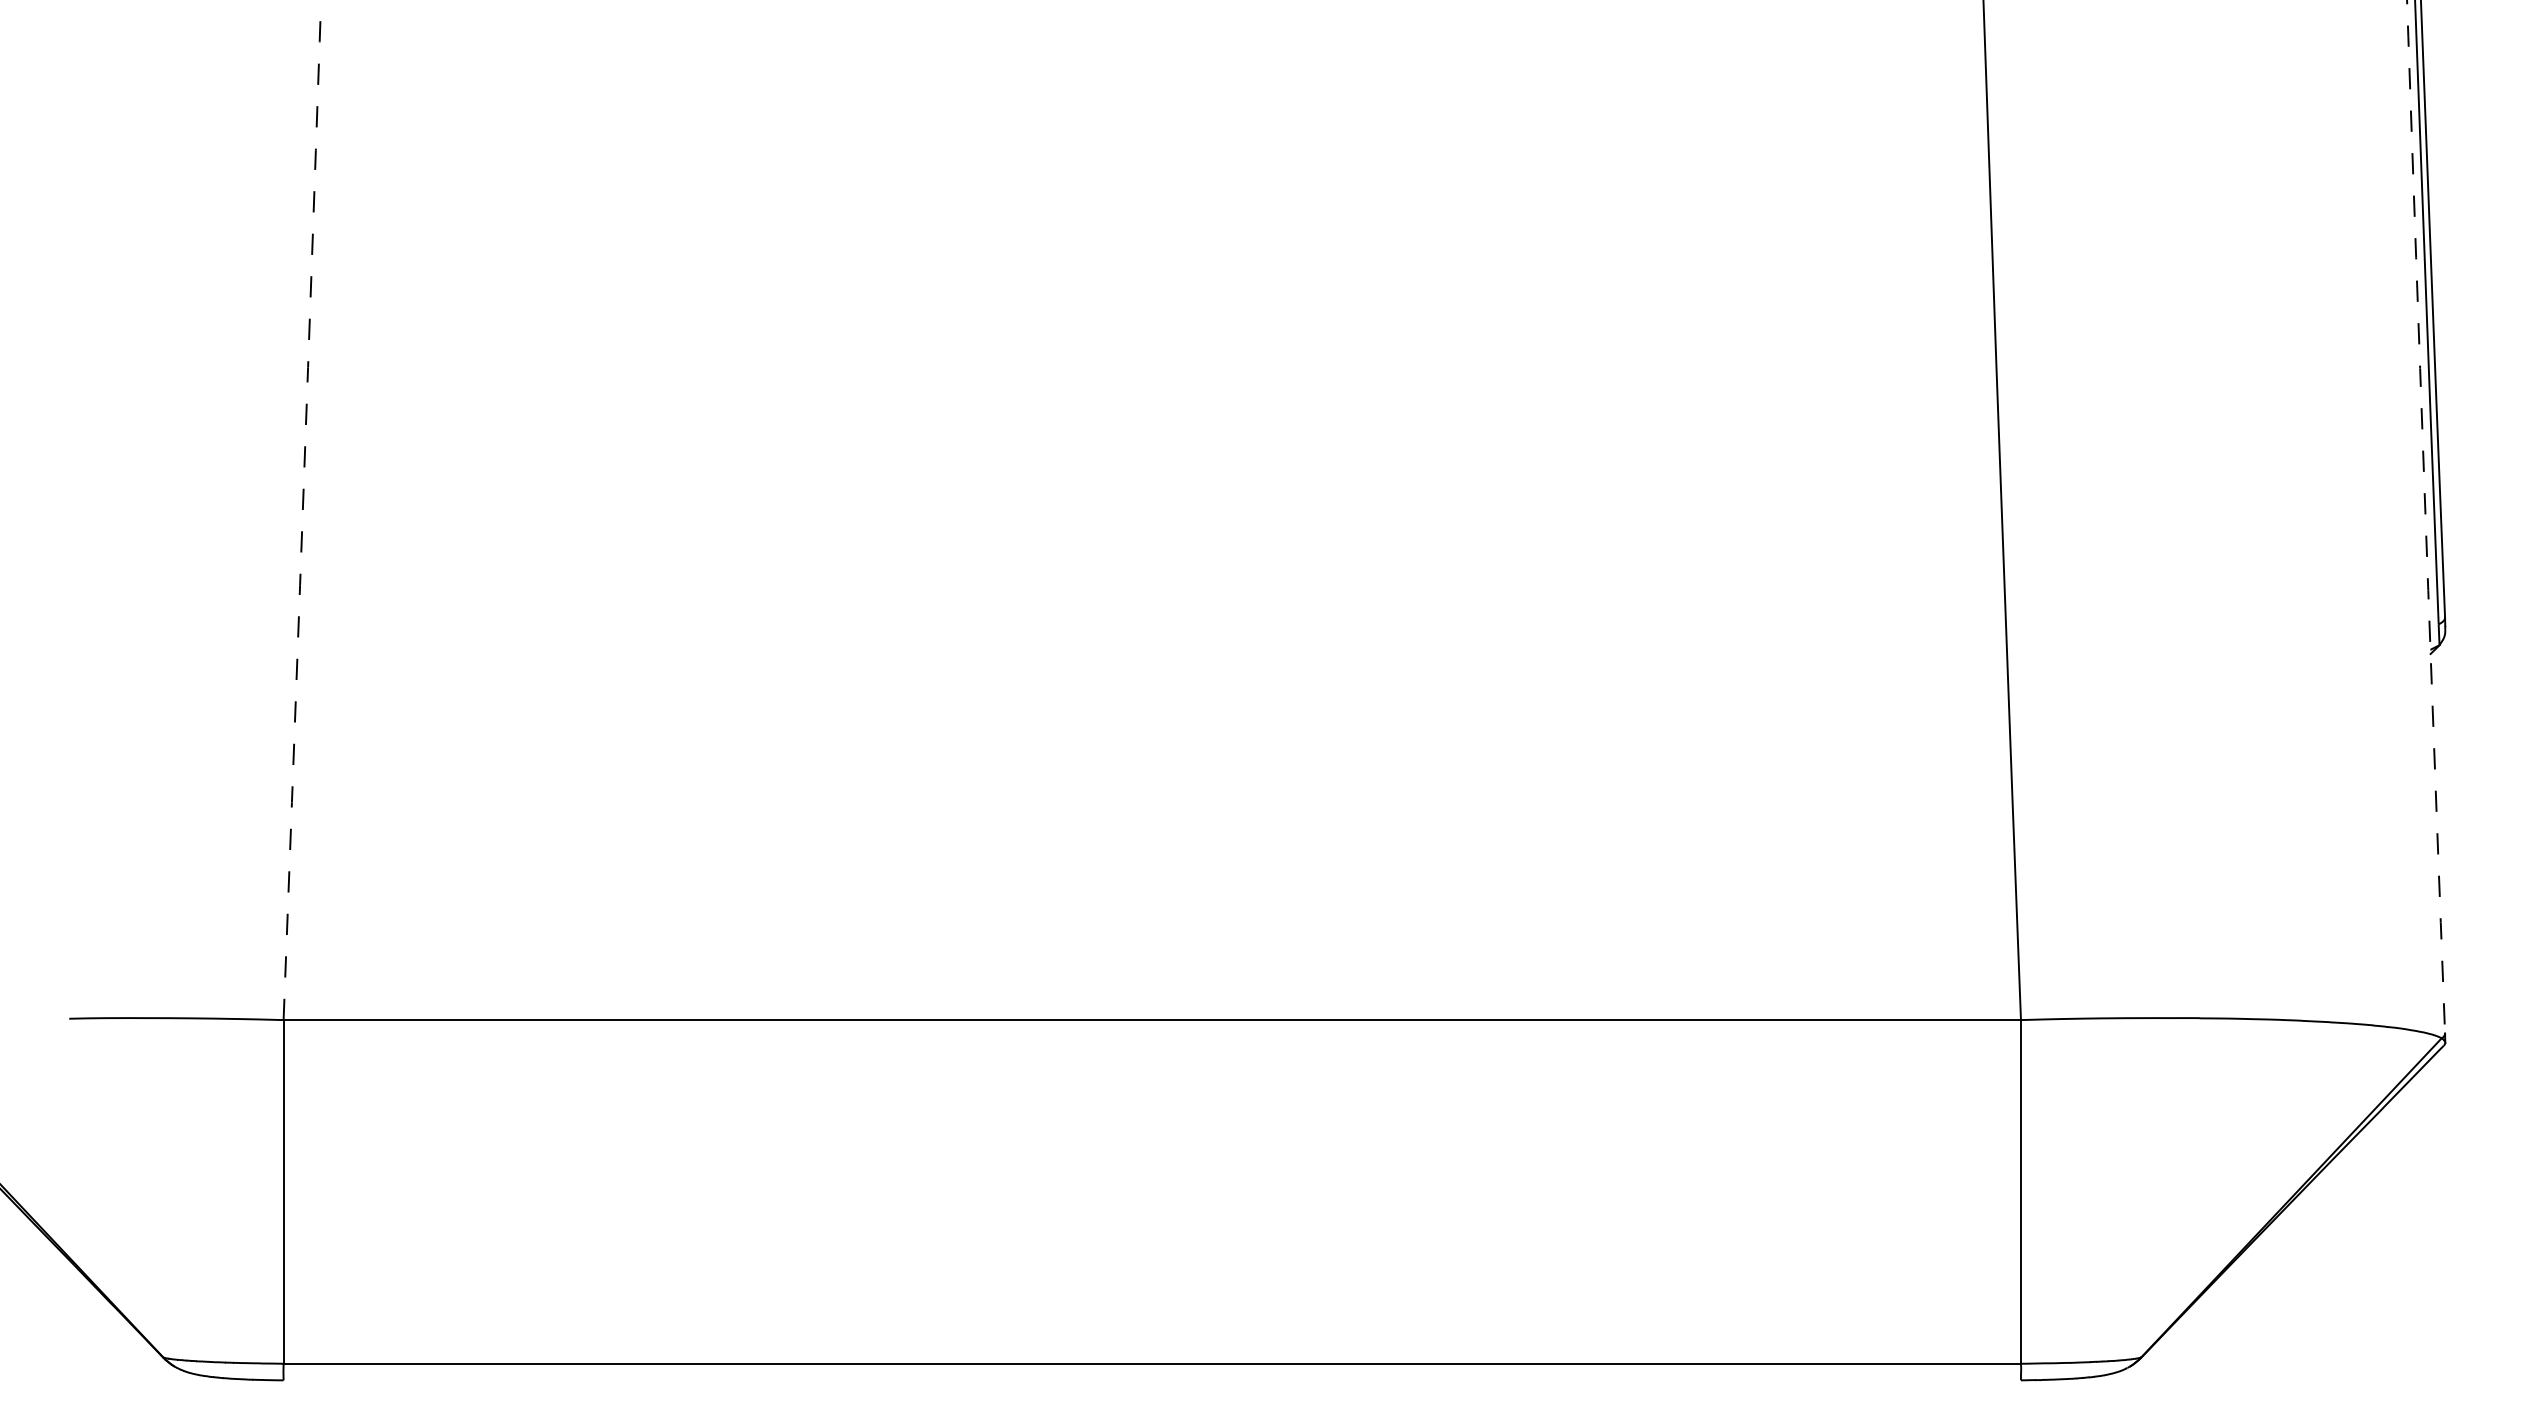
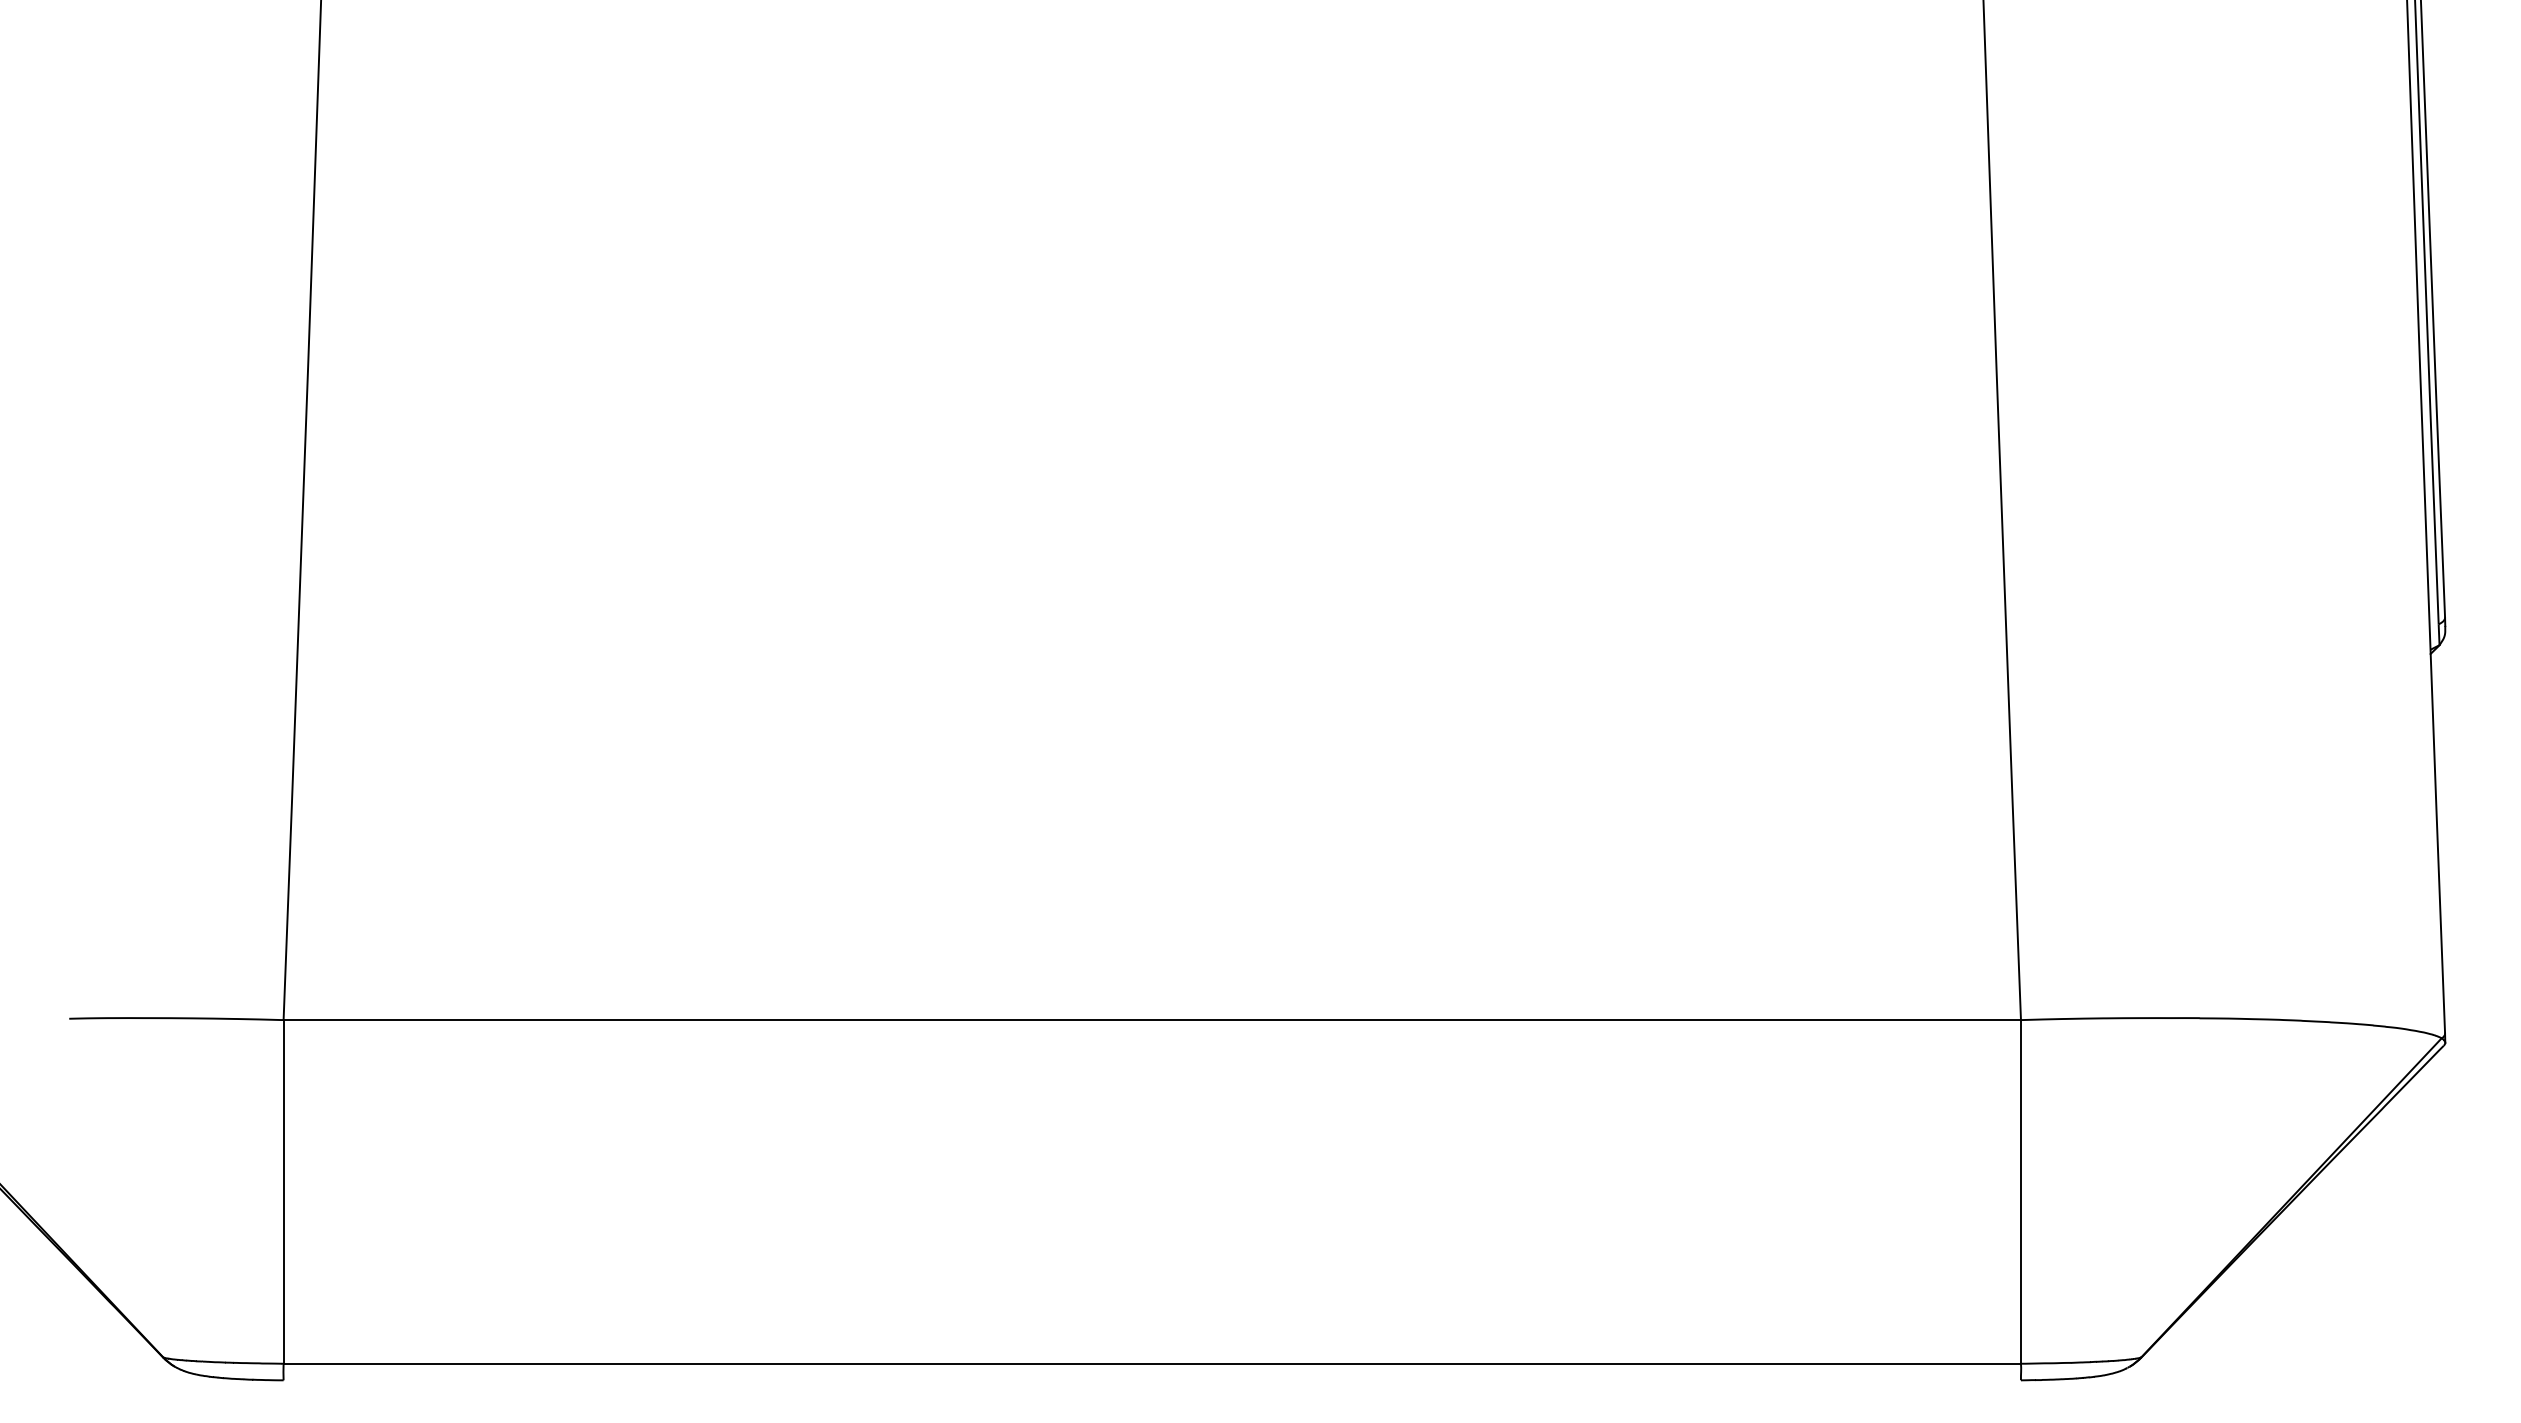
line at (302, 510): dashed -> solid
line at (2425, 517): dashed -> solid
